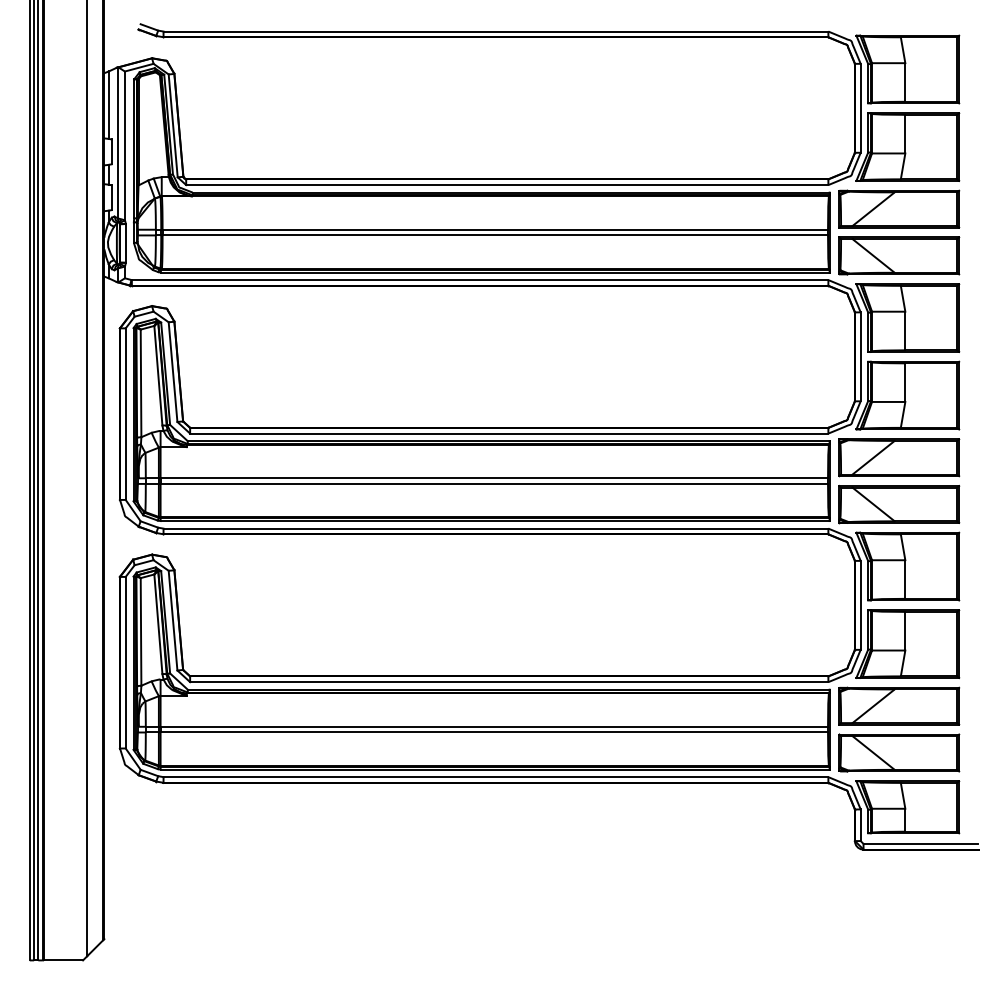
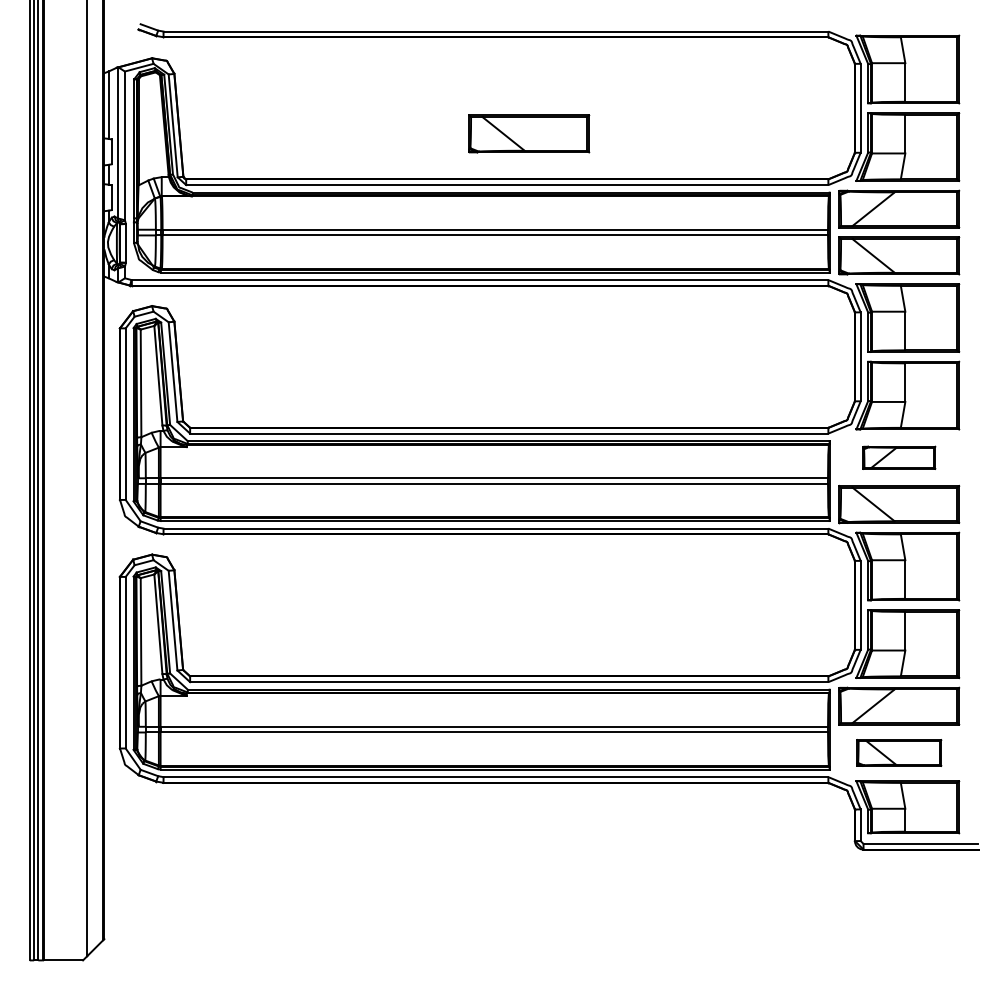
part at (529, 133): none -> present
part at (899, 457) size: 123x40 px -> 75x25 px
part at (899, 752) size: 123x40 px -> 87x28 px
